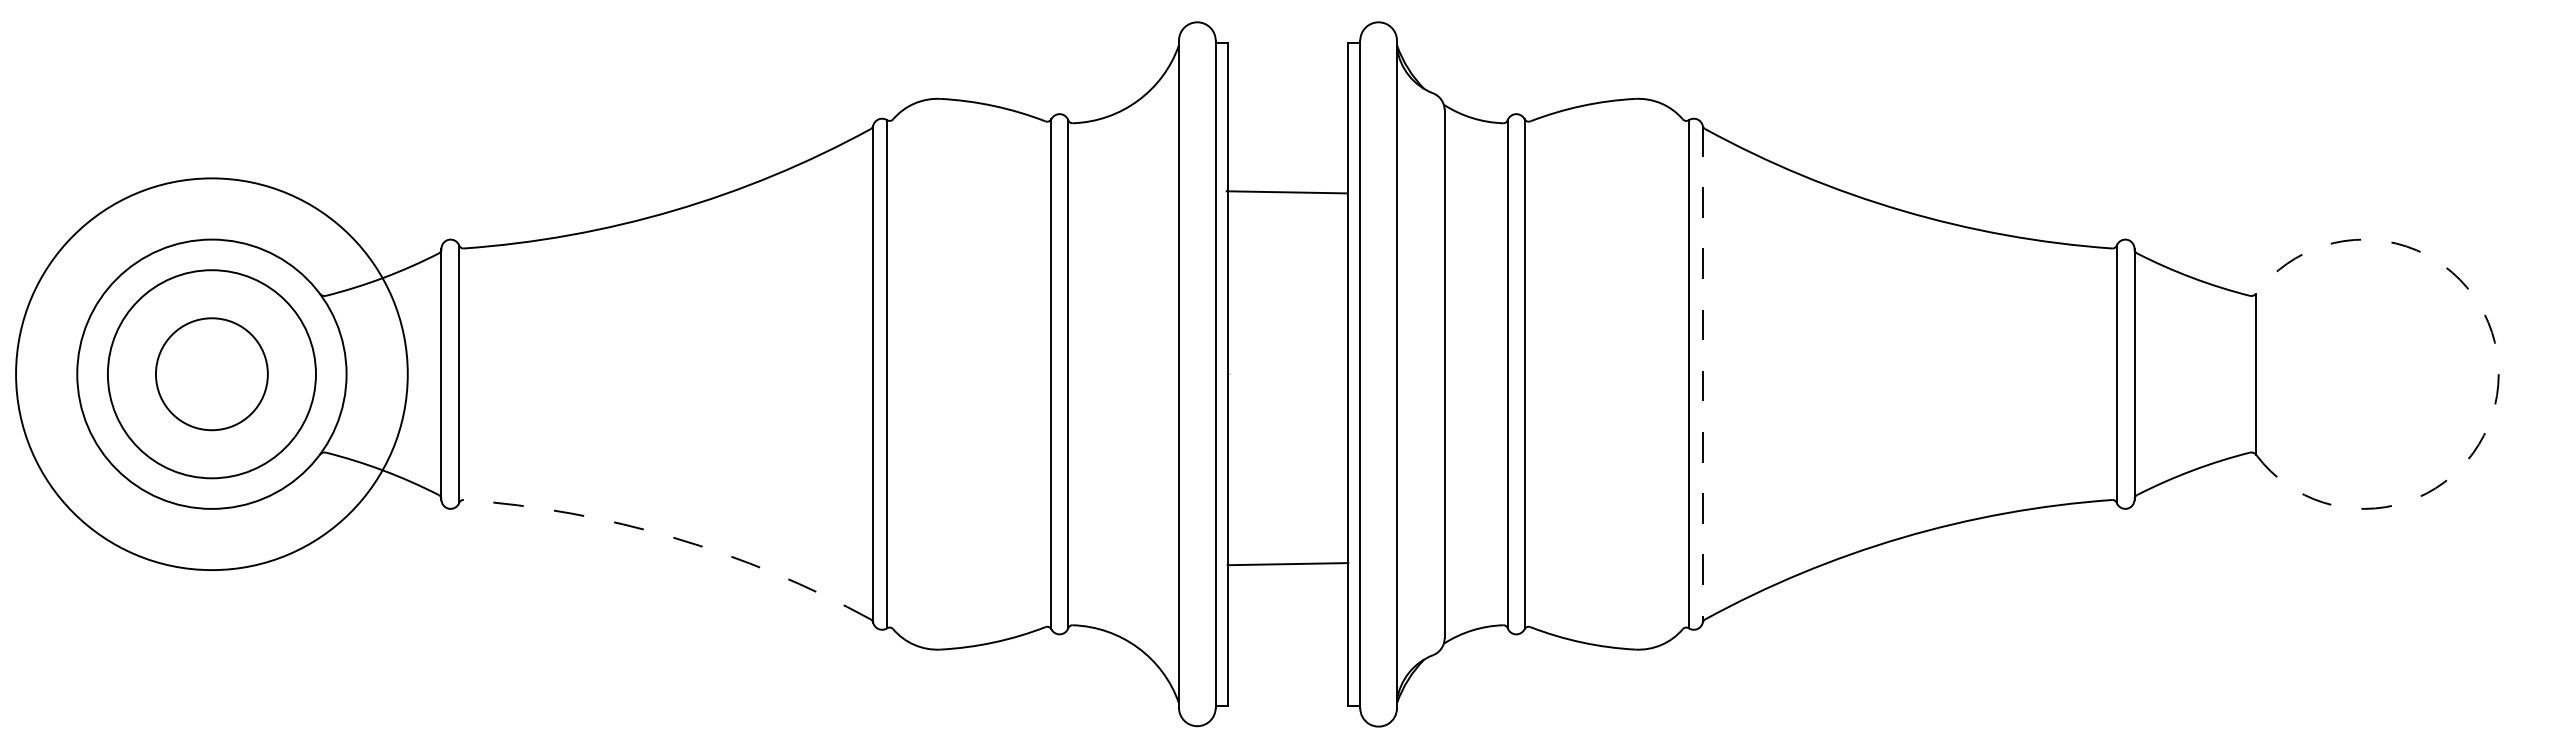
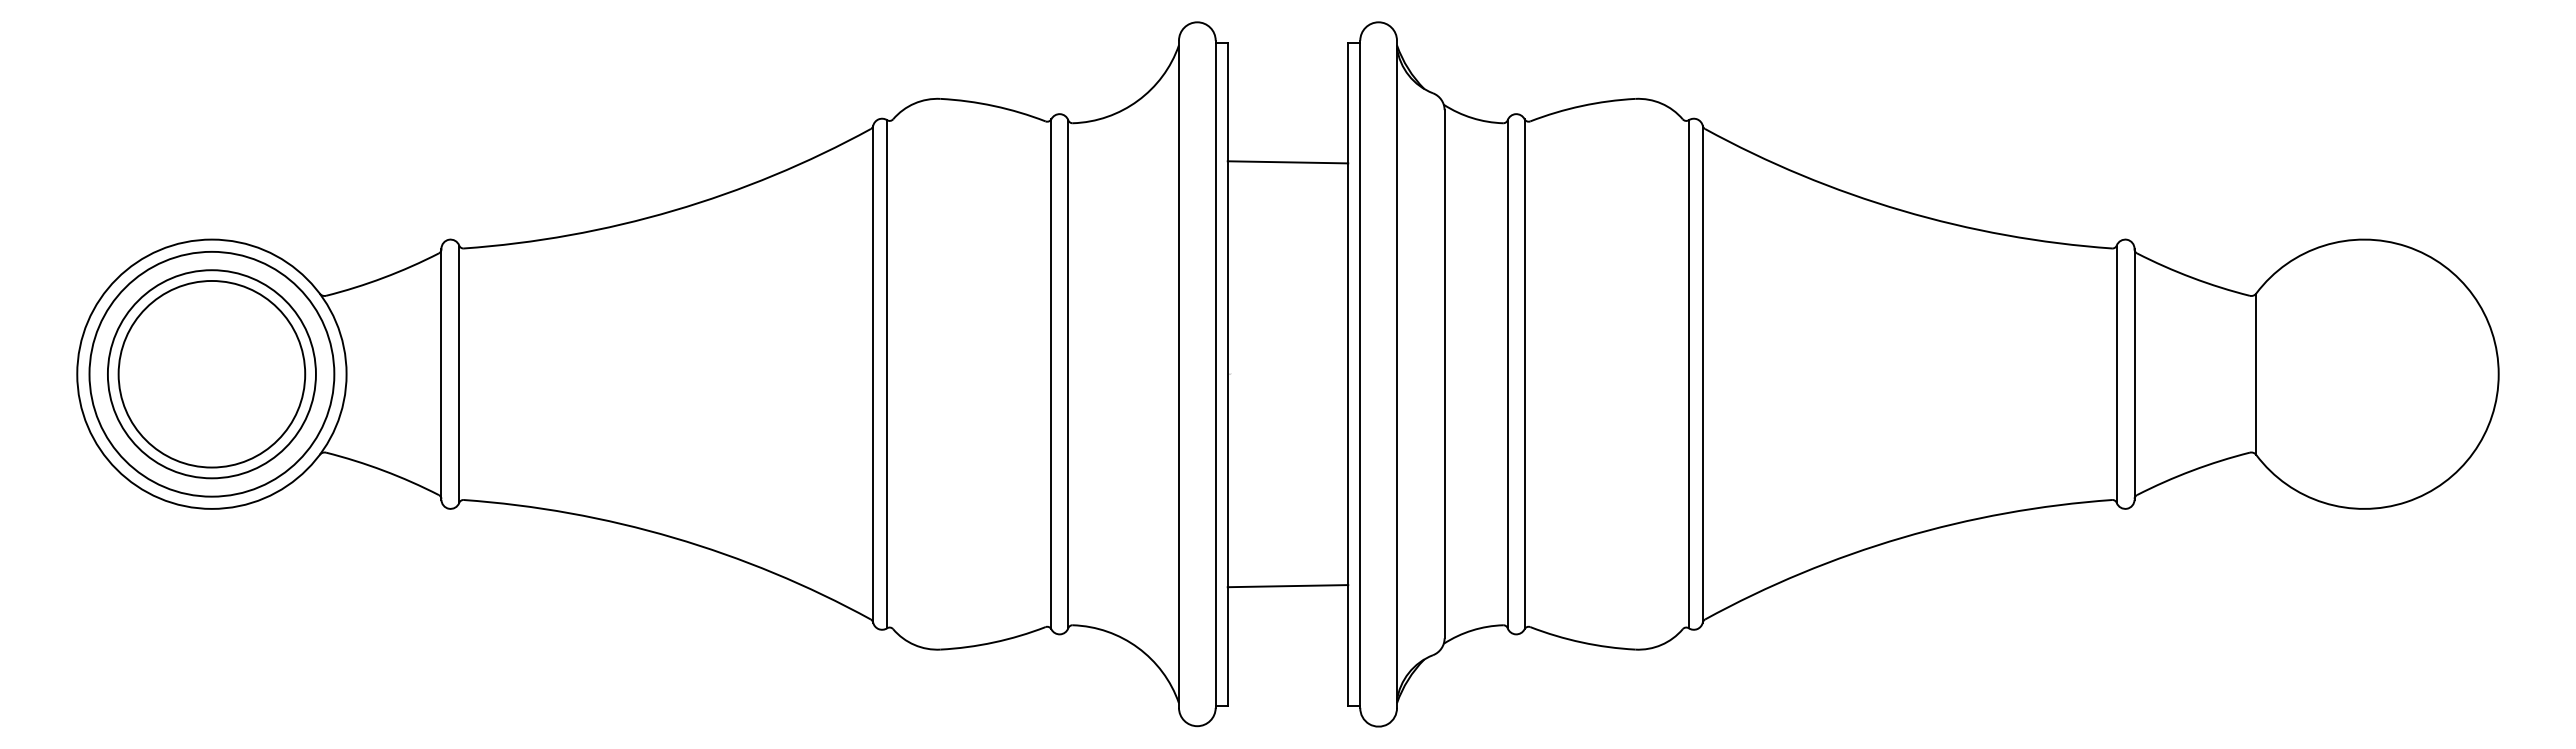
line at (1286, 192) position: (1286, 192) -> (1287, 162)
circle at (211, 374) diameter: 112 px -> 187 px
circle at (211, 374) diameter: 392 px -> 245 px
line at (1702, 374): dashed -> solid
arc at (2498, 374): dashed -> solid
arc at (673, 537): dashed -> solid
line at (1287, 564) position: (1287, 564) -> (1287, 586)
